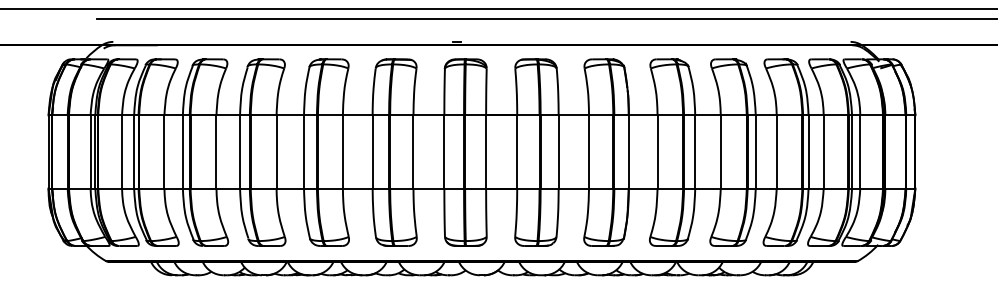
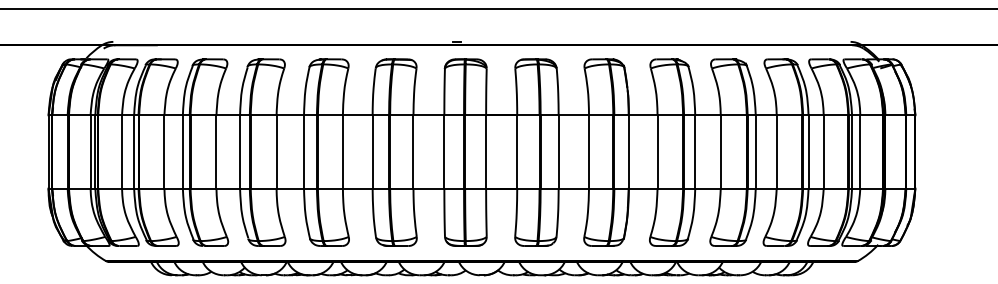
line at (545, 19): present -> none
